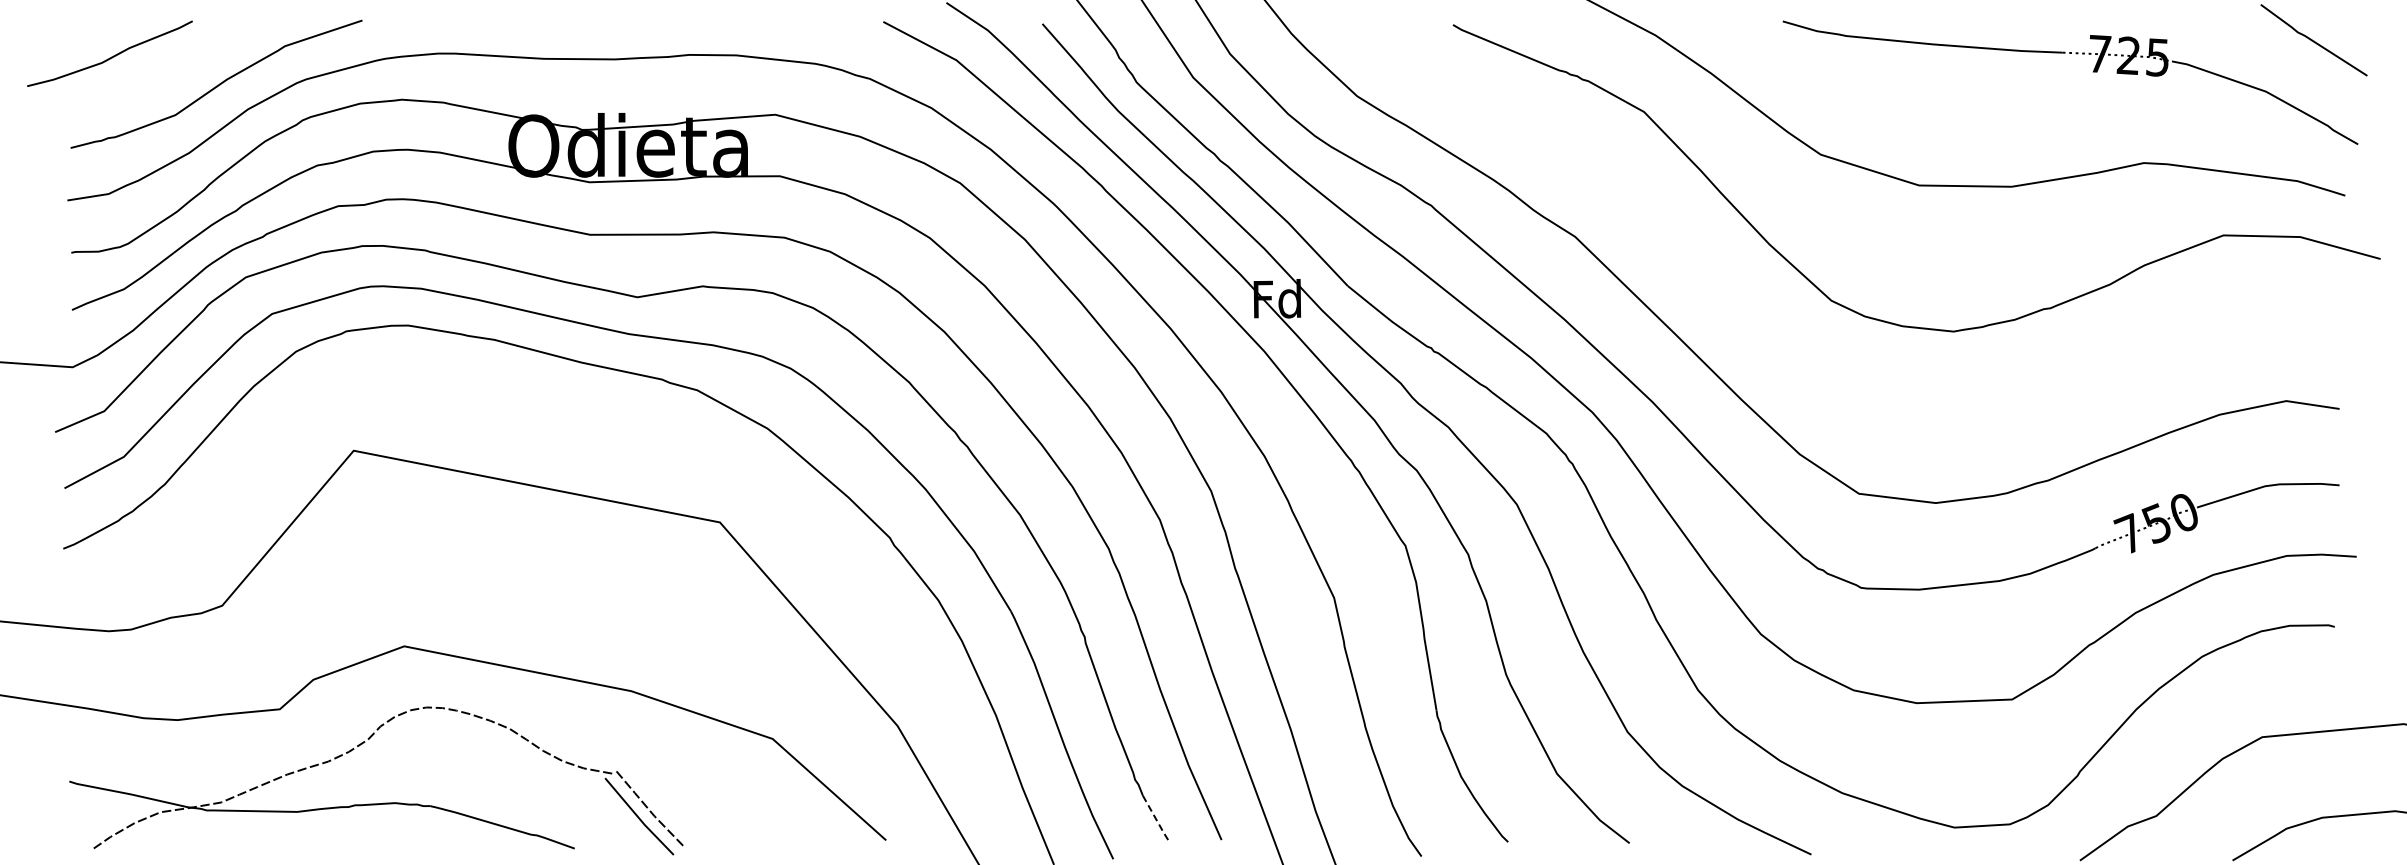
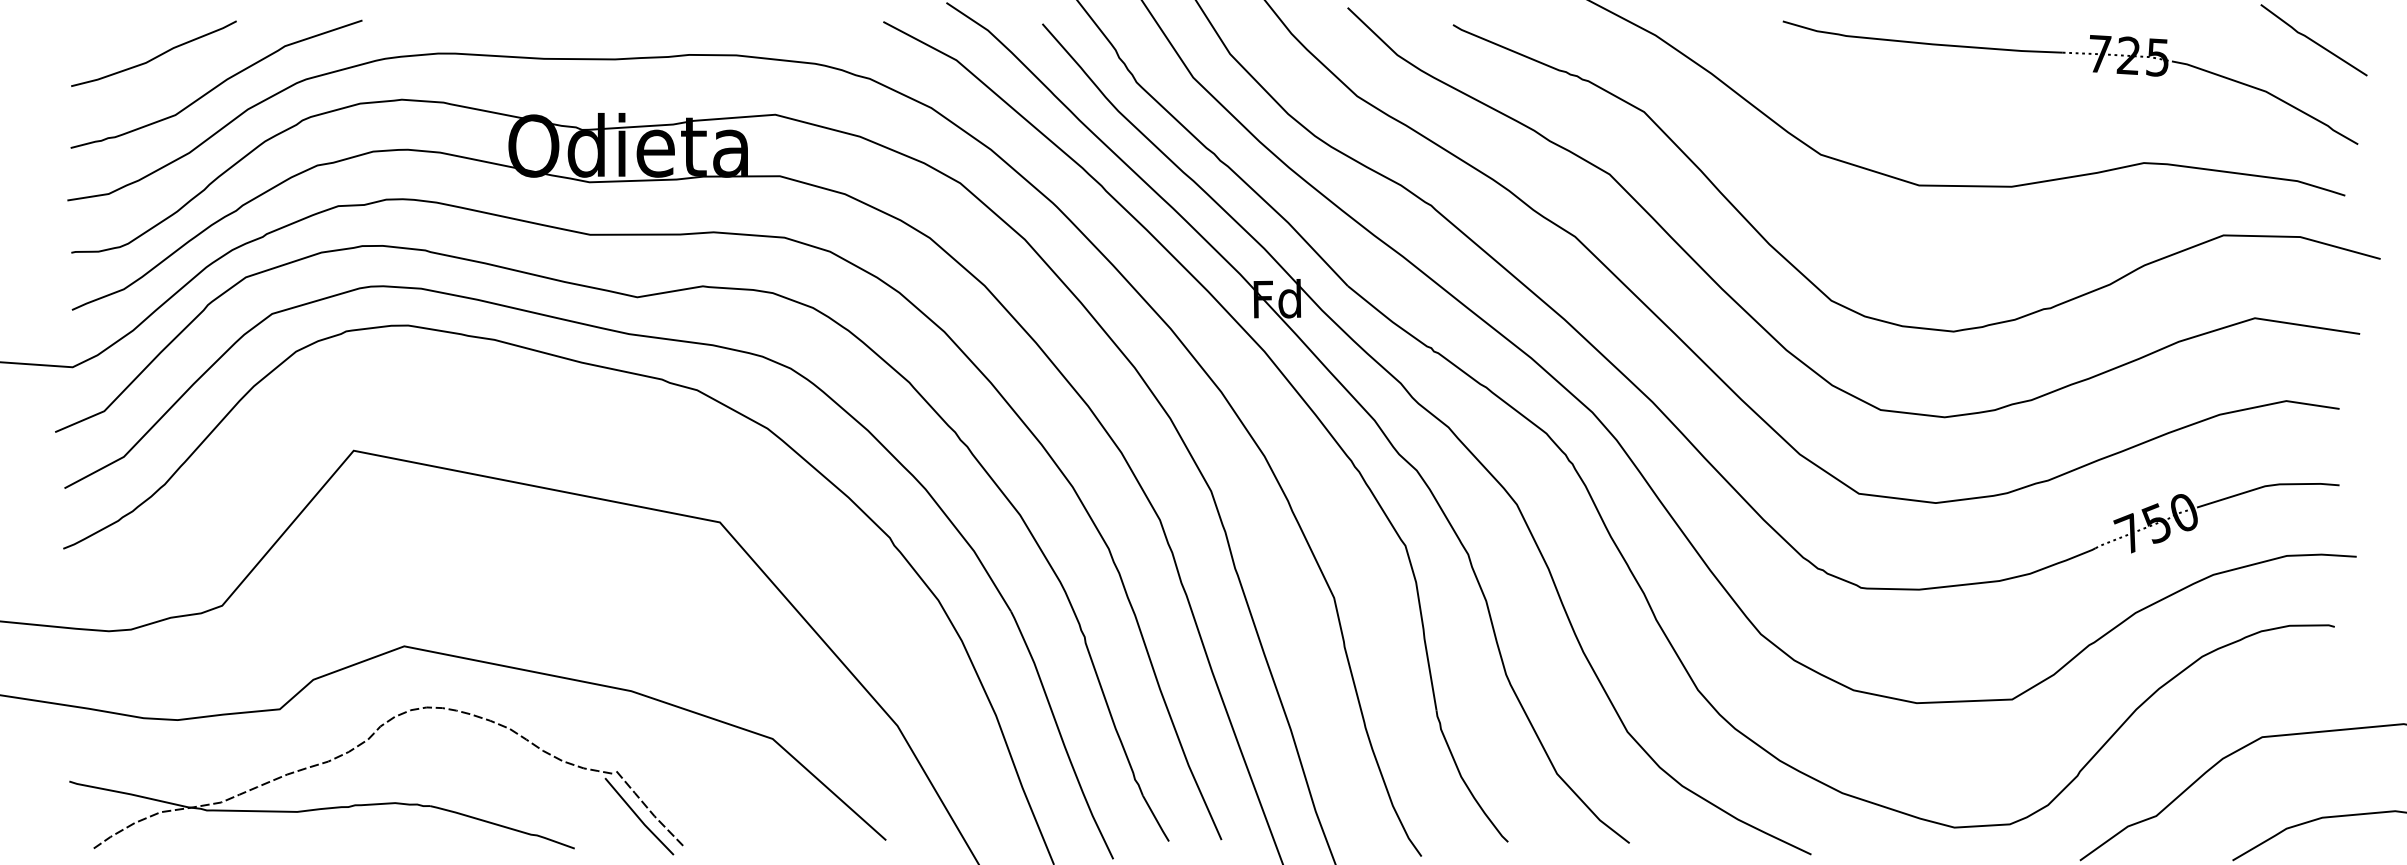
curve at (111, 56) position: (111, 56) -> (155, 56)
curve at (1750, 314): none -> present
line at (1156, 819): dashed -> solid
